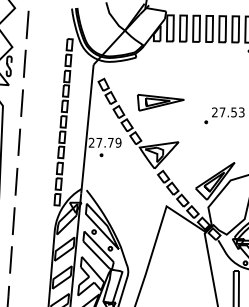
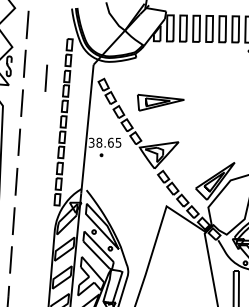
line at (46, 77): none -> present
part at (224, 115): present -> none
text at (104, 142): 27.79 -> 38.65
